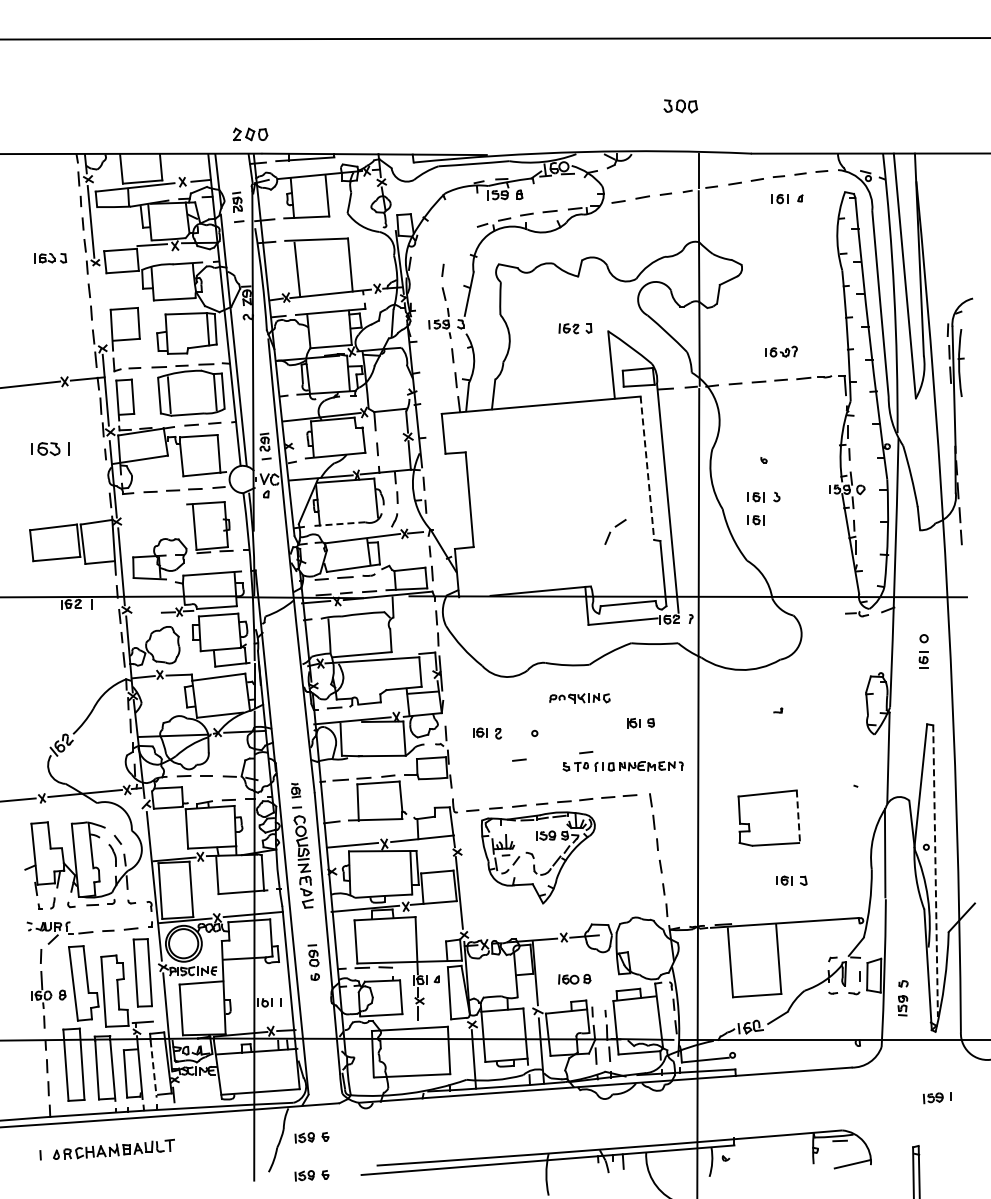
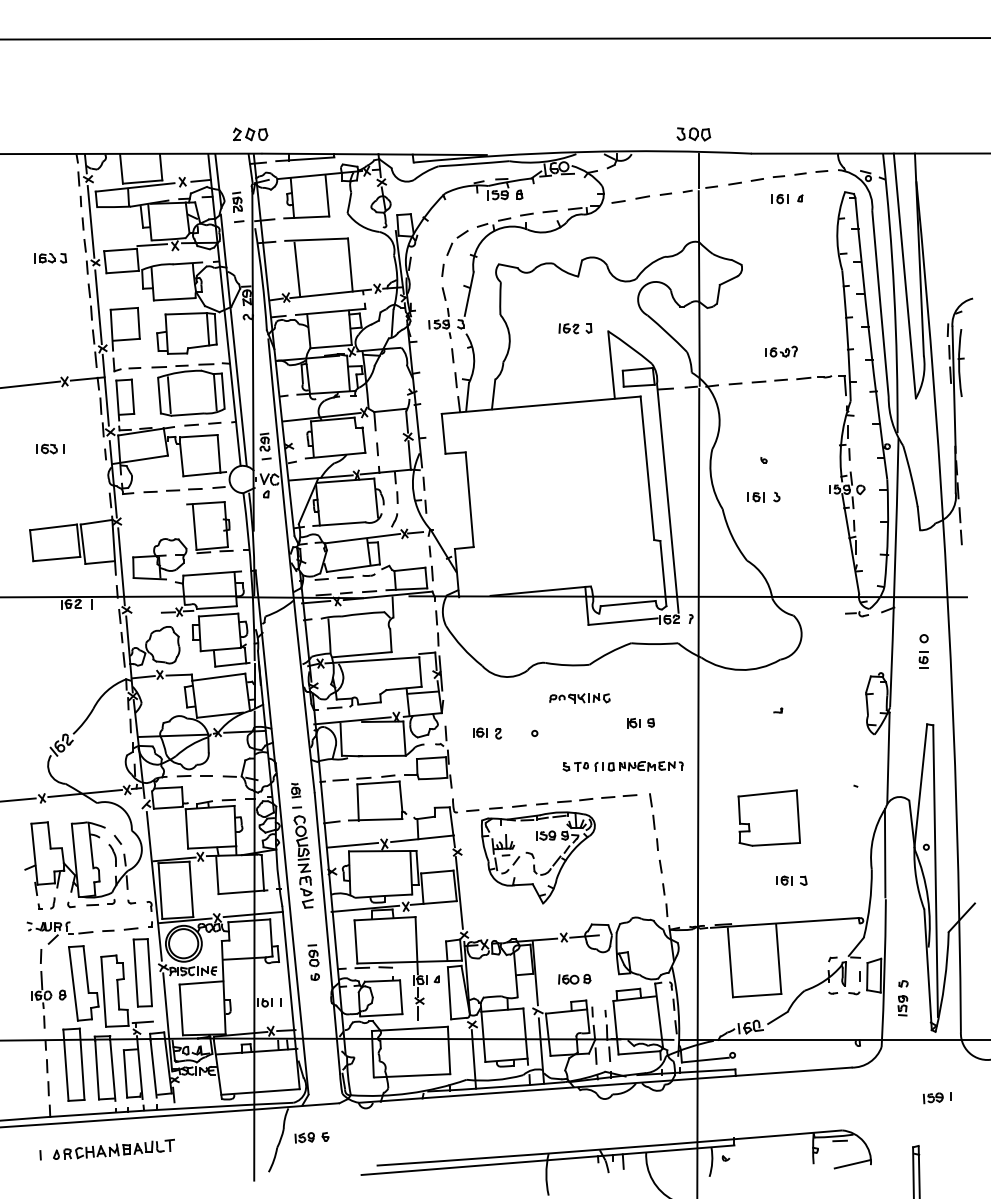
part at (680, 106) position: (680, 106) -> (693, 134)
line at (98, 307): none -> present
part at (50, 448) size: 39x14 px -> 29x12 px
line at (647, 468): dashed -> solid
part at (755, 520): present -> none
line at (338, 524): dashed -> solid
part at (615, 531) position: (615, 531) -> (457, 242)
line at (586, 752): present -> none
line at (519, 759): present -> none
line at (798, 817): dashed -> solid
line at (935, 871): dashed -> solid
line at (153, 1069): dashed -> solid
part at (311, 1175): present -> none
